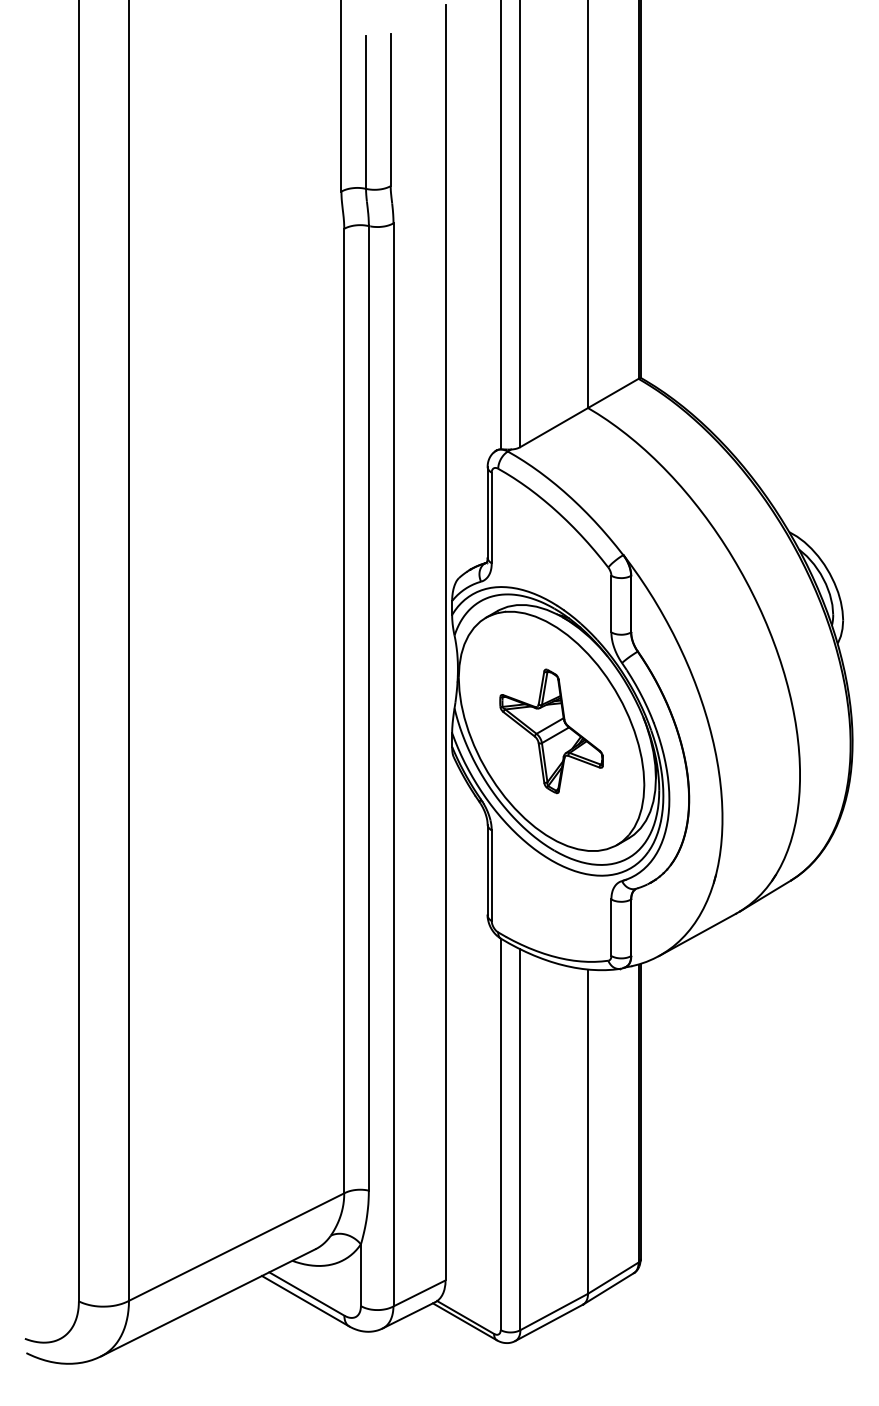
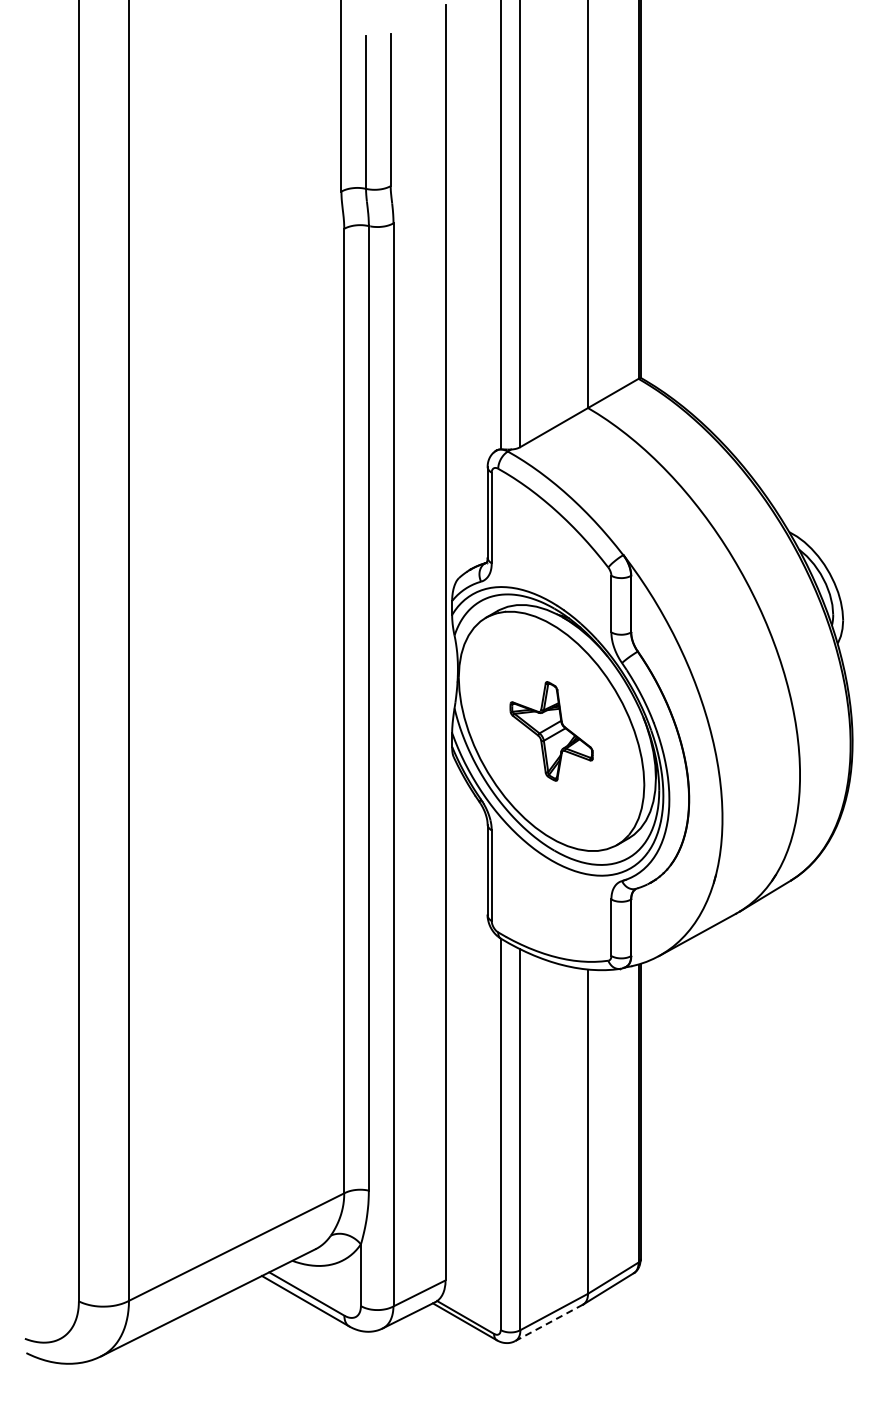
part at (551, 731) size: 105x127 px -> 85x101 px
line at (548, 1323): solid -> dashed
